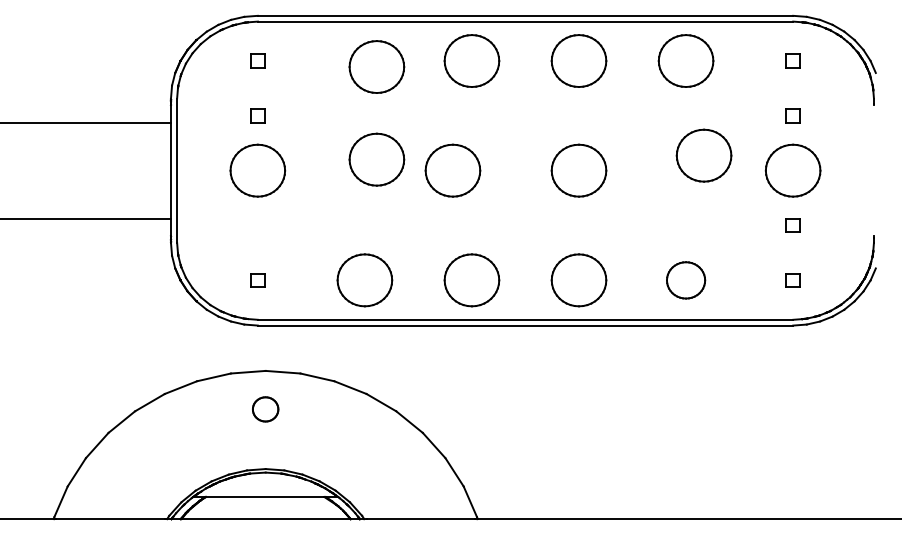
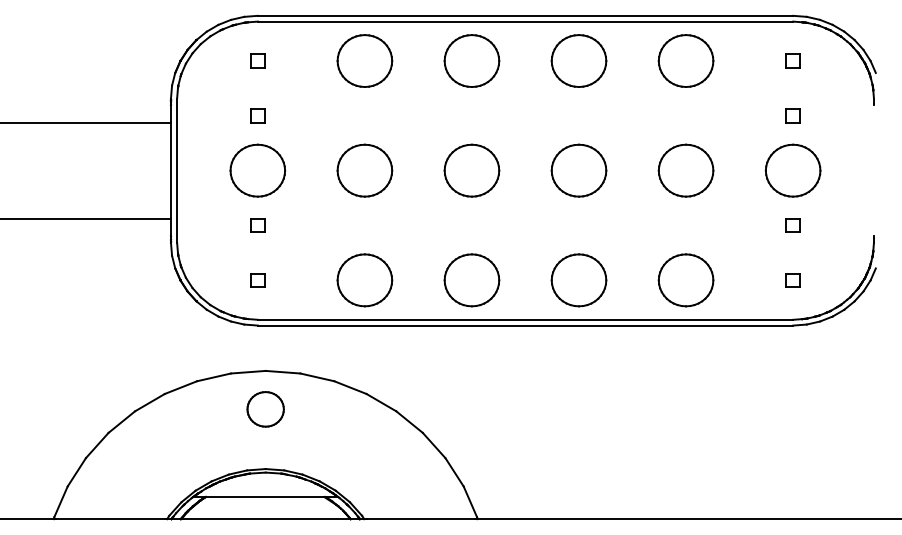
part at (376, 66) position: (376, 66) -> (364, 60)
part at (703, 155) position: (703, 155) -> (685, 170)
part at (376, 159) position: (376, 159) -> (364, 170)
part at (452, 170) position: (452, 170) -> (471, 170)
part at (257, 225): none -> present
part at (686, 280) size: 41x39 px -> 58x55 px
part at (265, 409) size: 28x27 px -> 39x37 px
